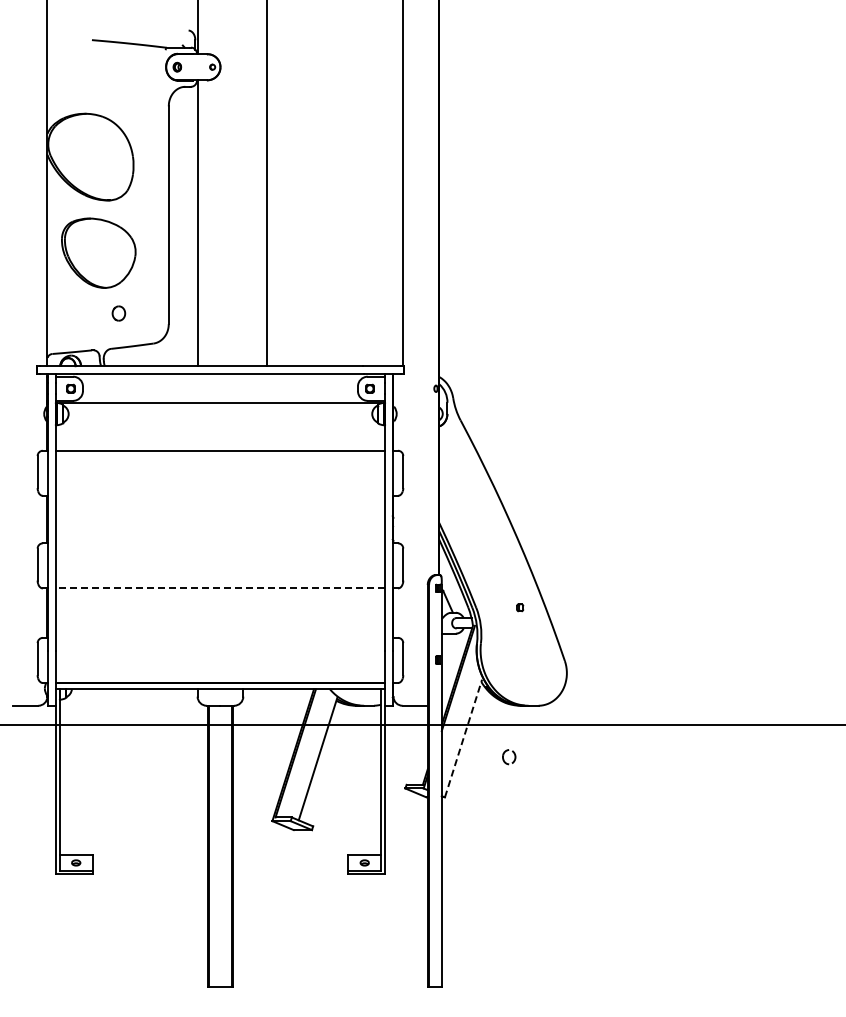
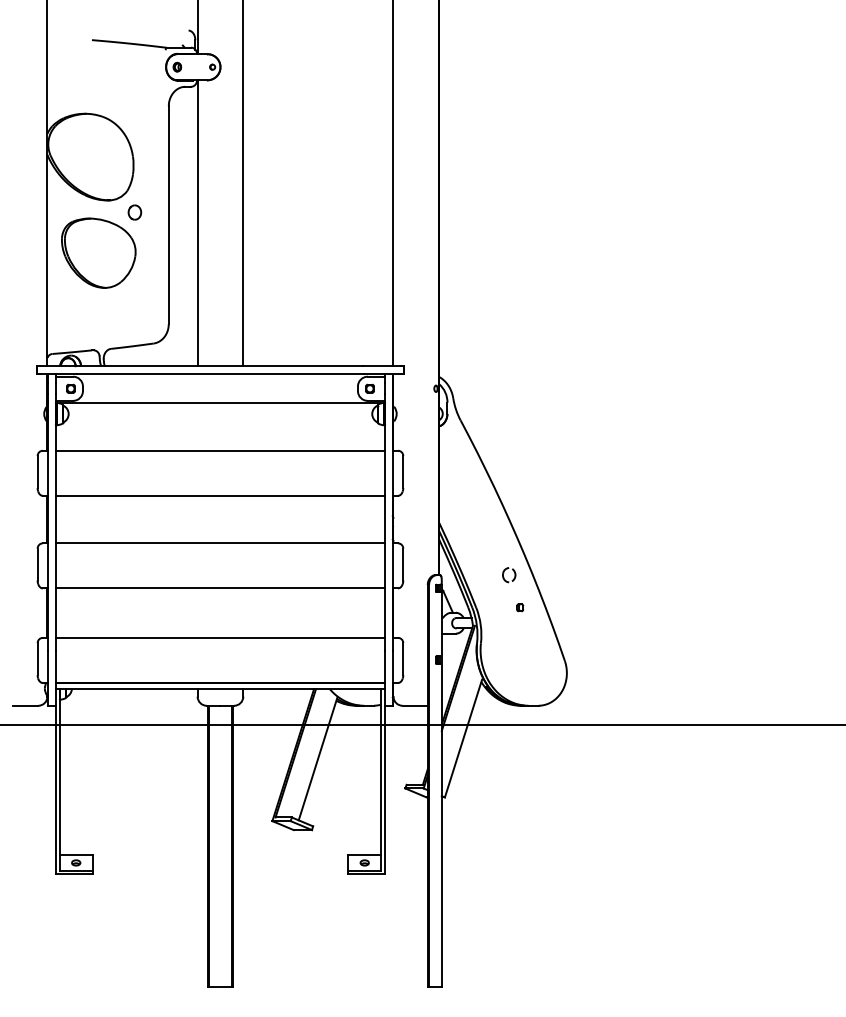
line at (267, 184) position: (267, 184) -> (243, 184)
line at (403, 184) position: (403, 184) -> (393, 184)
part at (118, 313) position: (118, 313) -> (134, 212)
line at (219, 495): none -> present
line at (219, 543): none -> present
line at (220, 588): dashed -> solid
line at (219, 637): none -> present
line at (463, 738): dashed -> solid
part at (509, 757) position: (509, 757) -> (509, 575)
